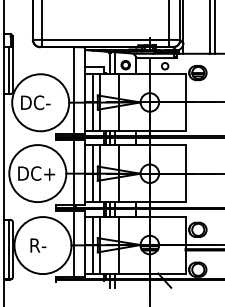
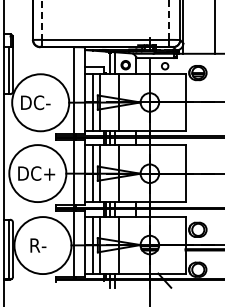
line at (168, 19): solid -> dashed
line at (41, 20): solid -> dashed
line at (210, 27): present -> none
